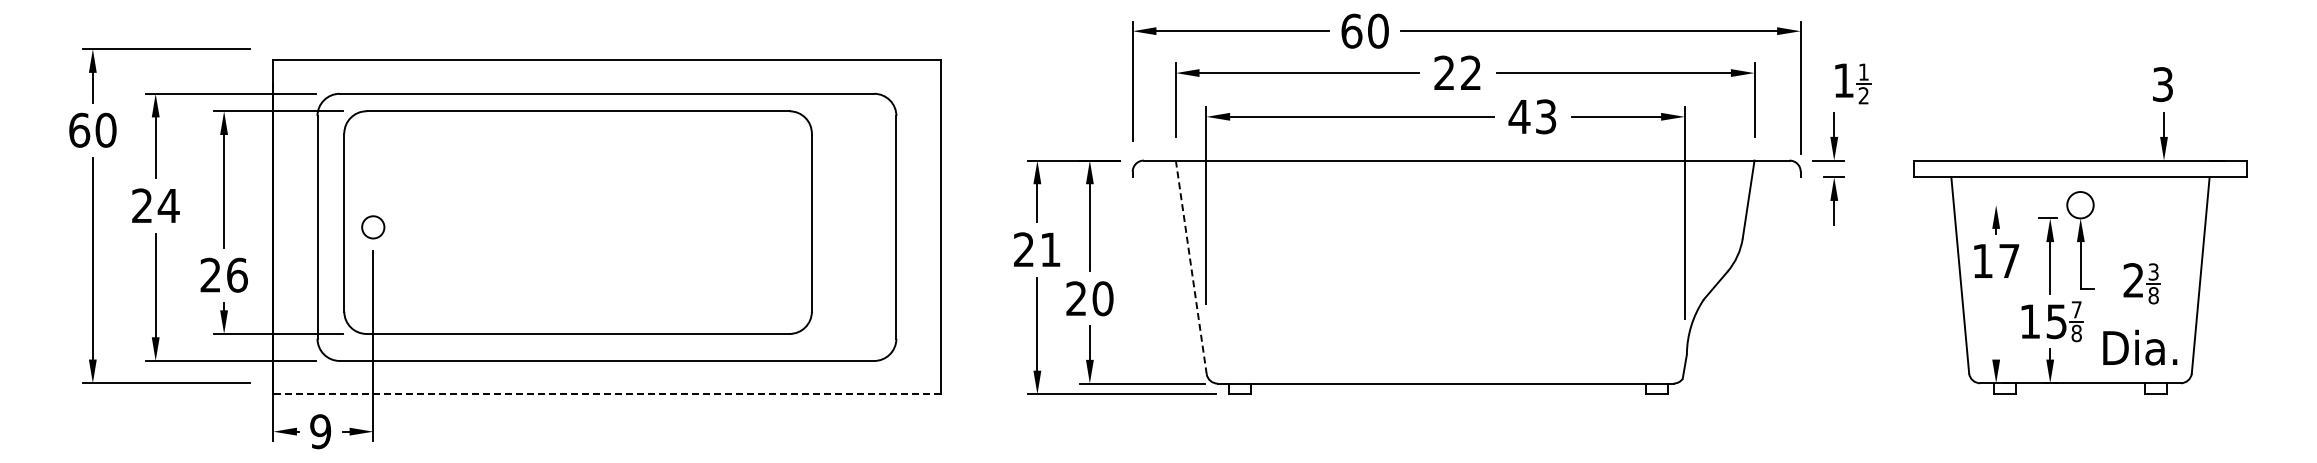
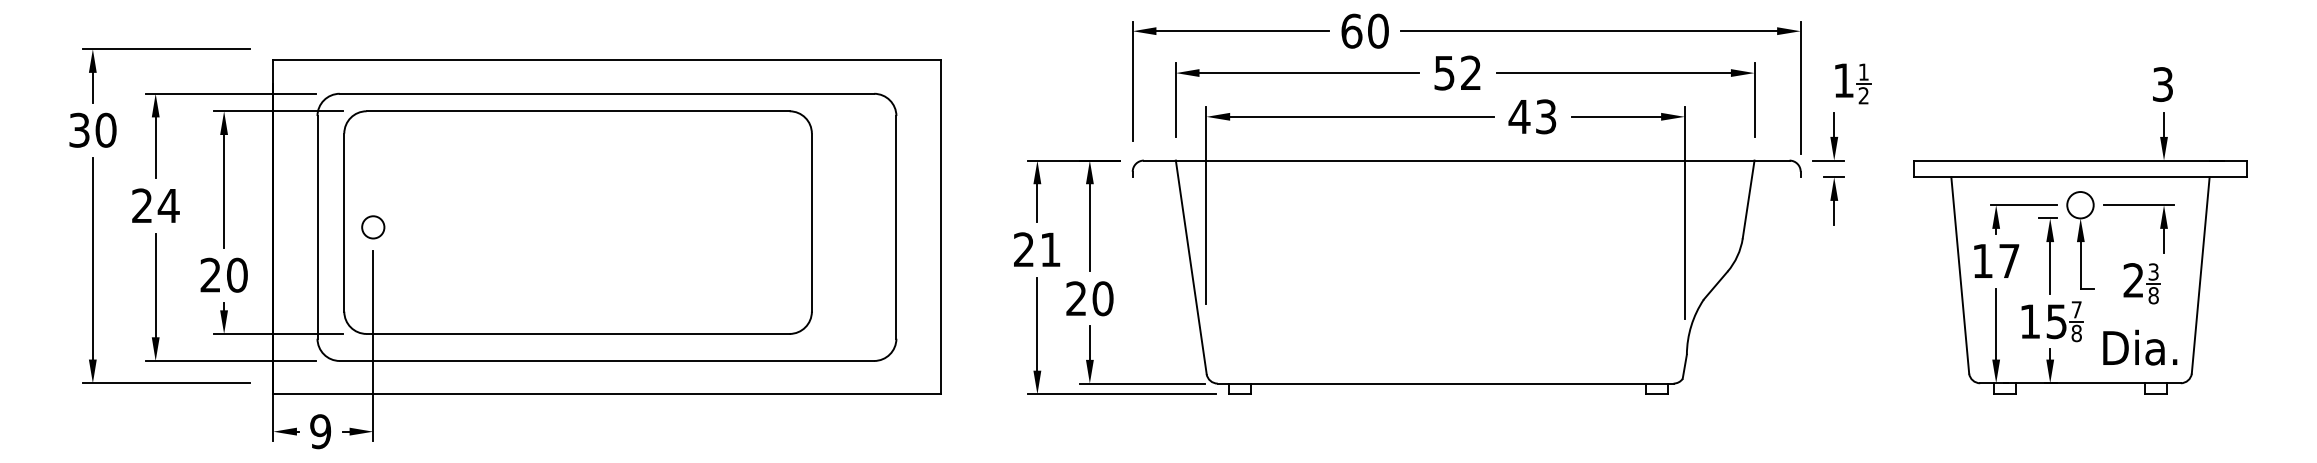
text at (1444, 72): 22 -> 52
text at (79, 129): 60 -> 30
line at (2023, 205): none -> present
part at (2160, 228): none -> present
line at (1191, 267): dashed -> solid
text at (237, 274): 26 -> 20
line at (1996, 325): none -> present
line at (607, 394): dashed -> solid
